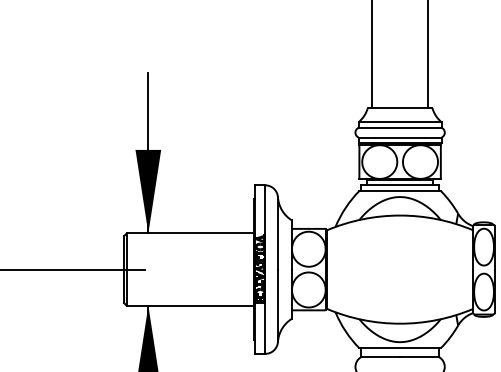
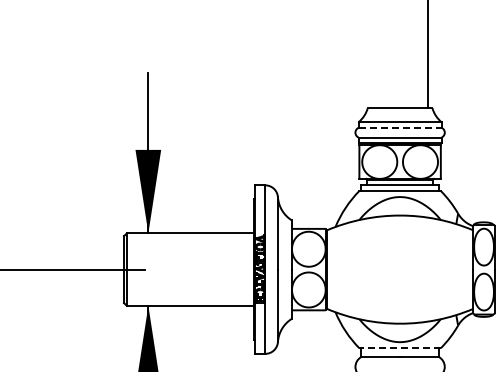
line at (372, 55): present -> none
line at (400, 127): solid -> dashed
line at (400, 348): solid -> dashed
